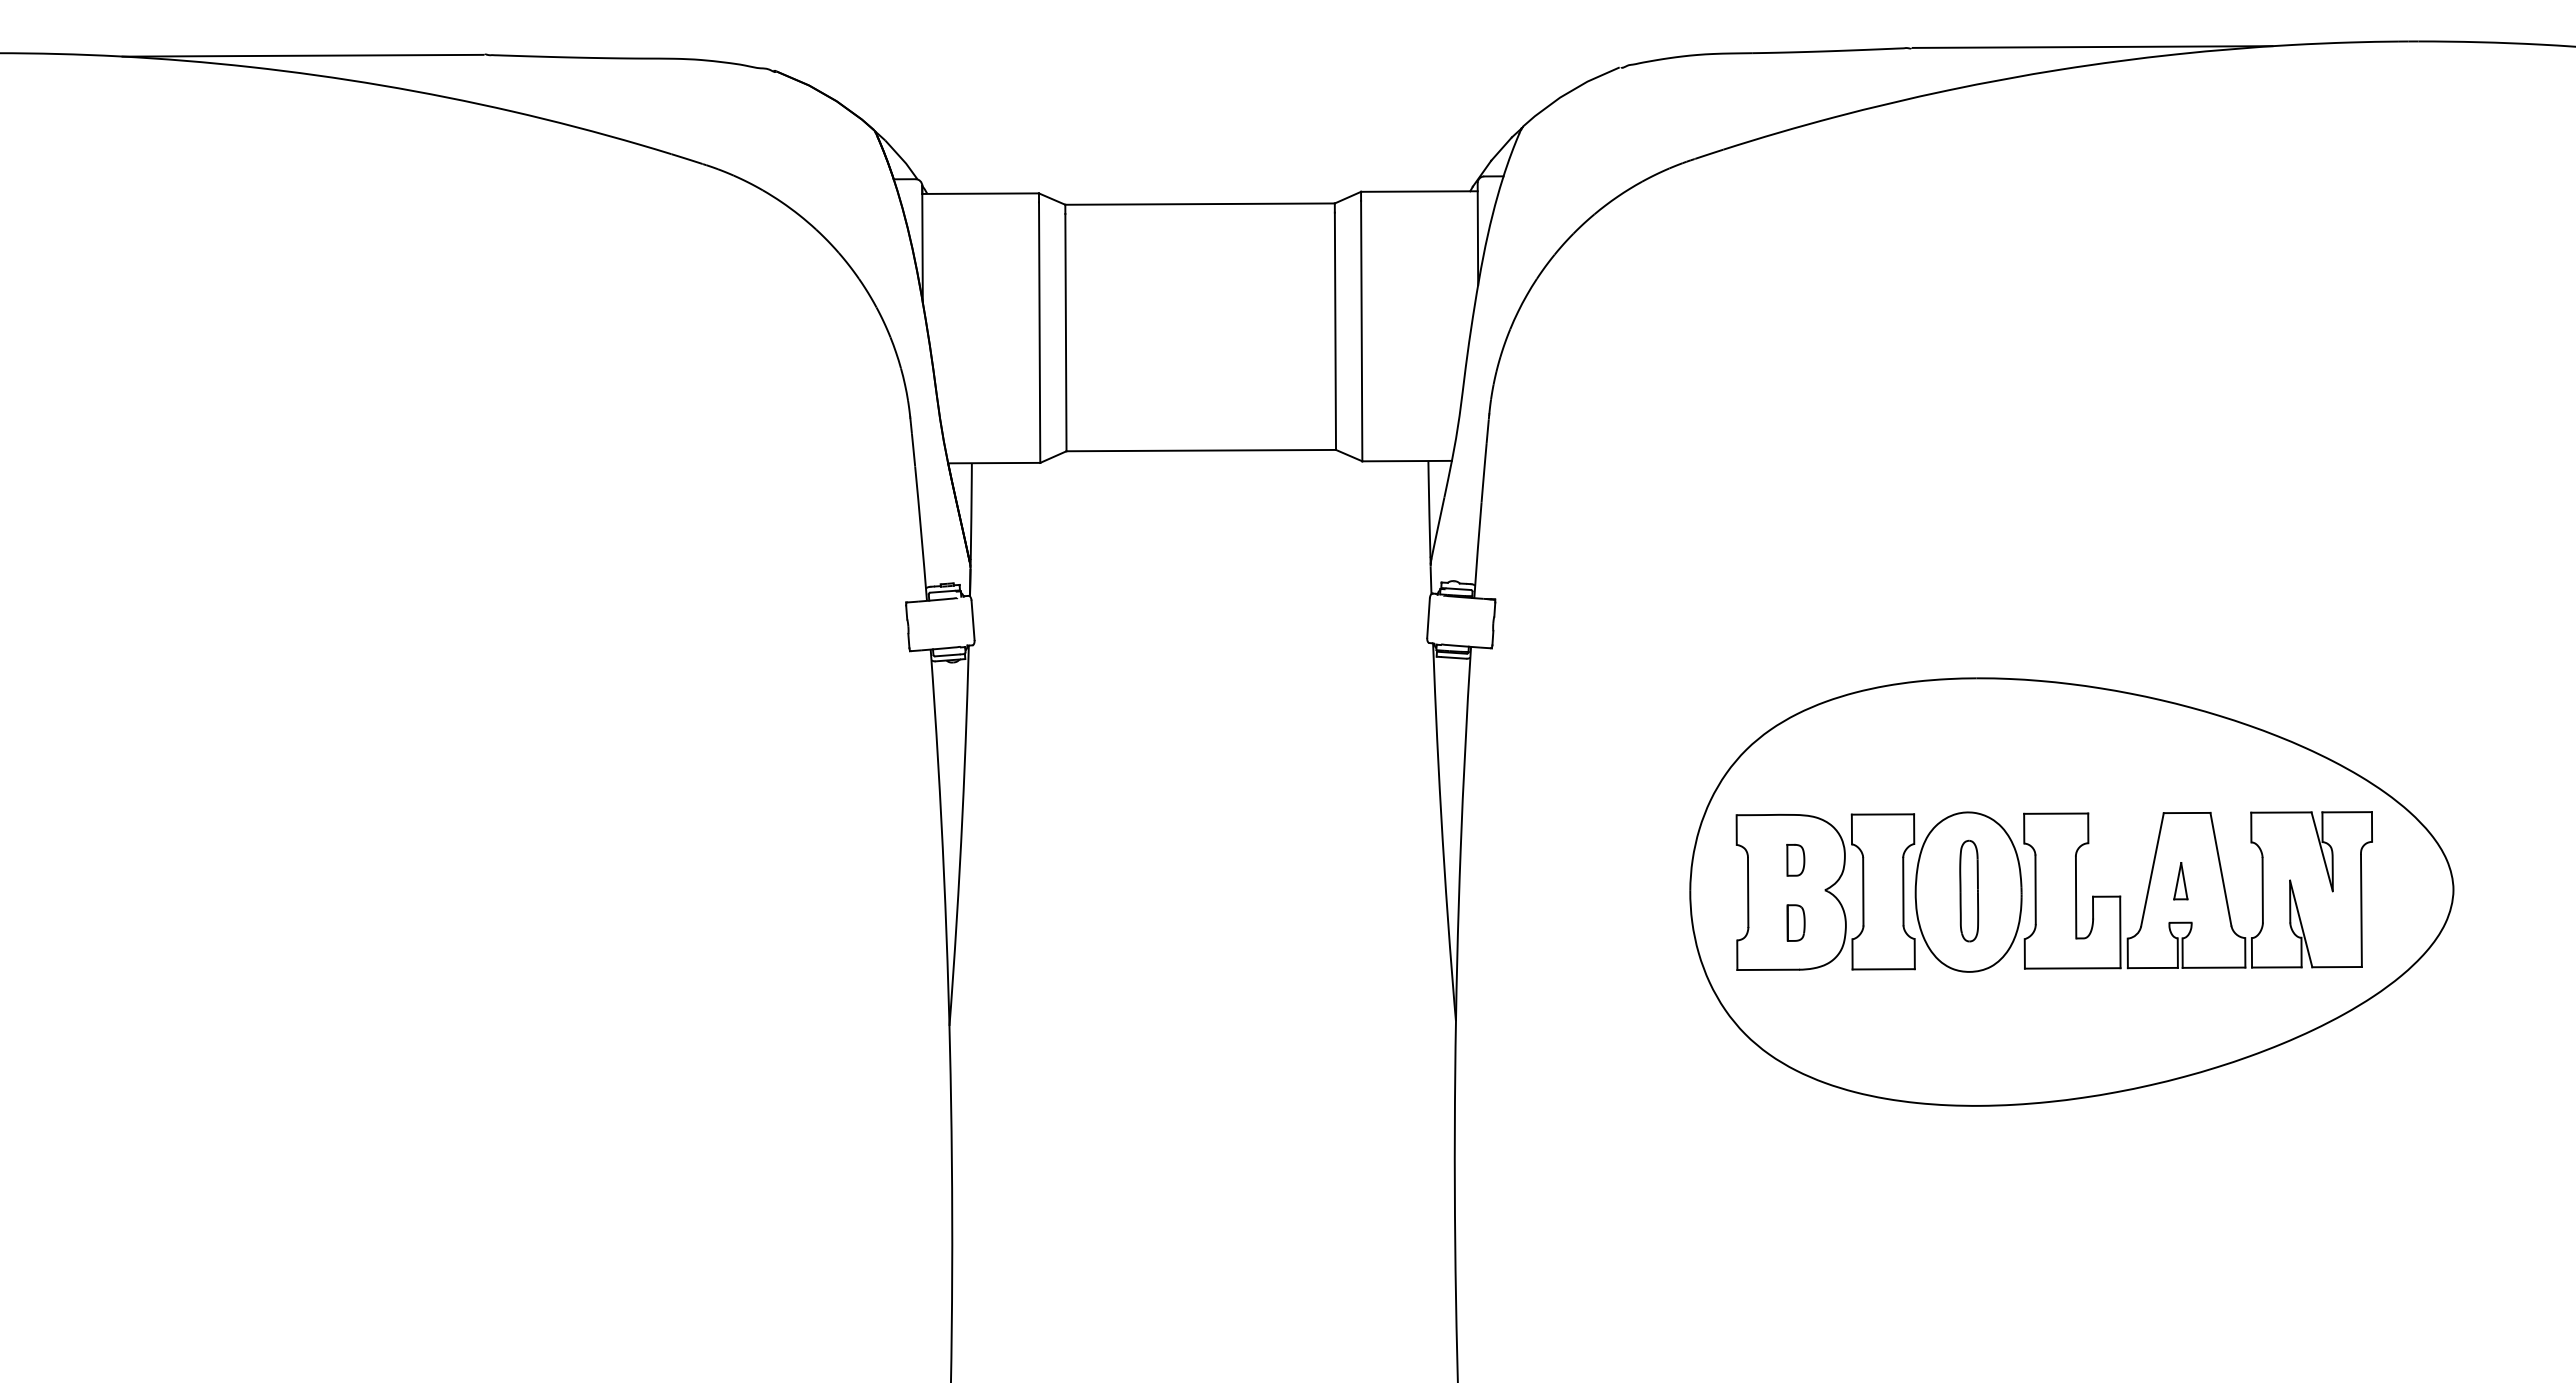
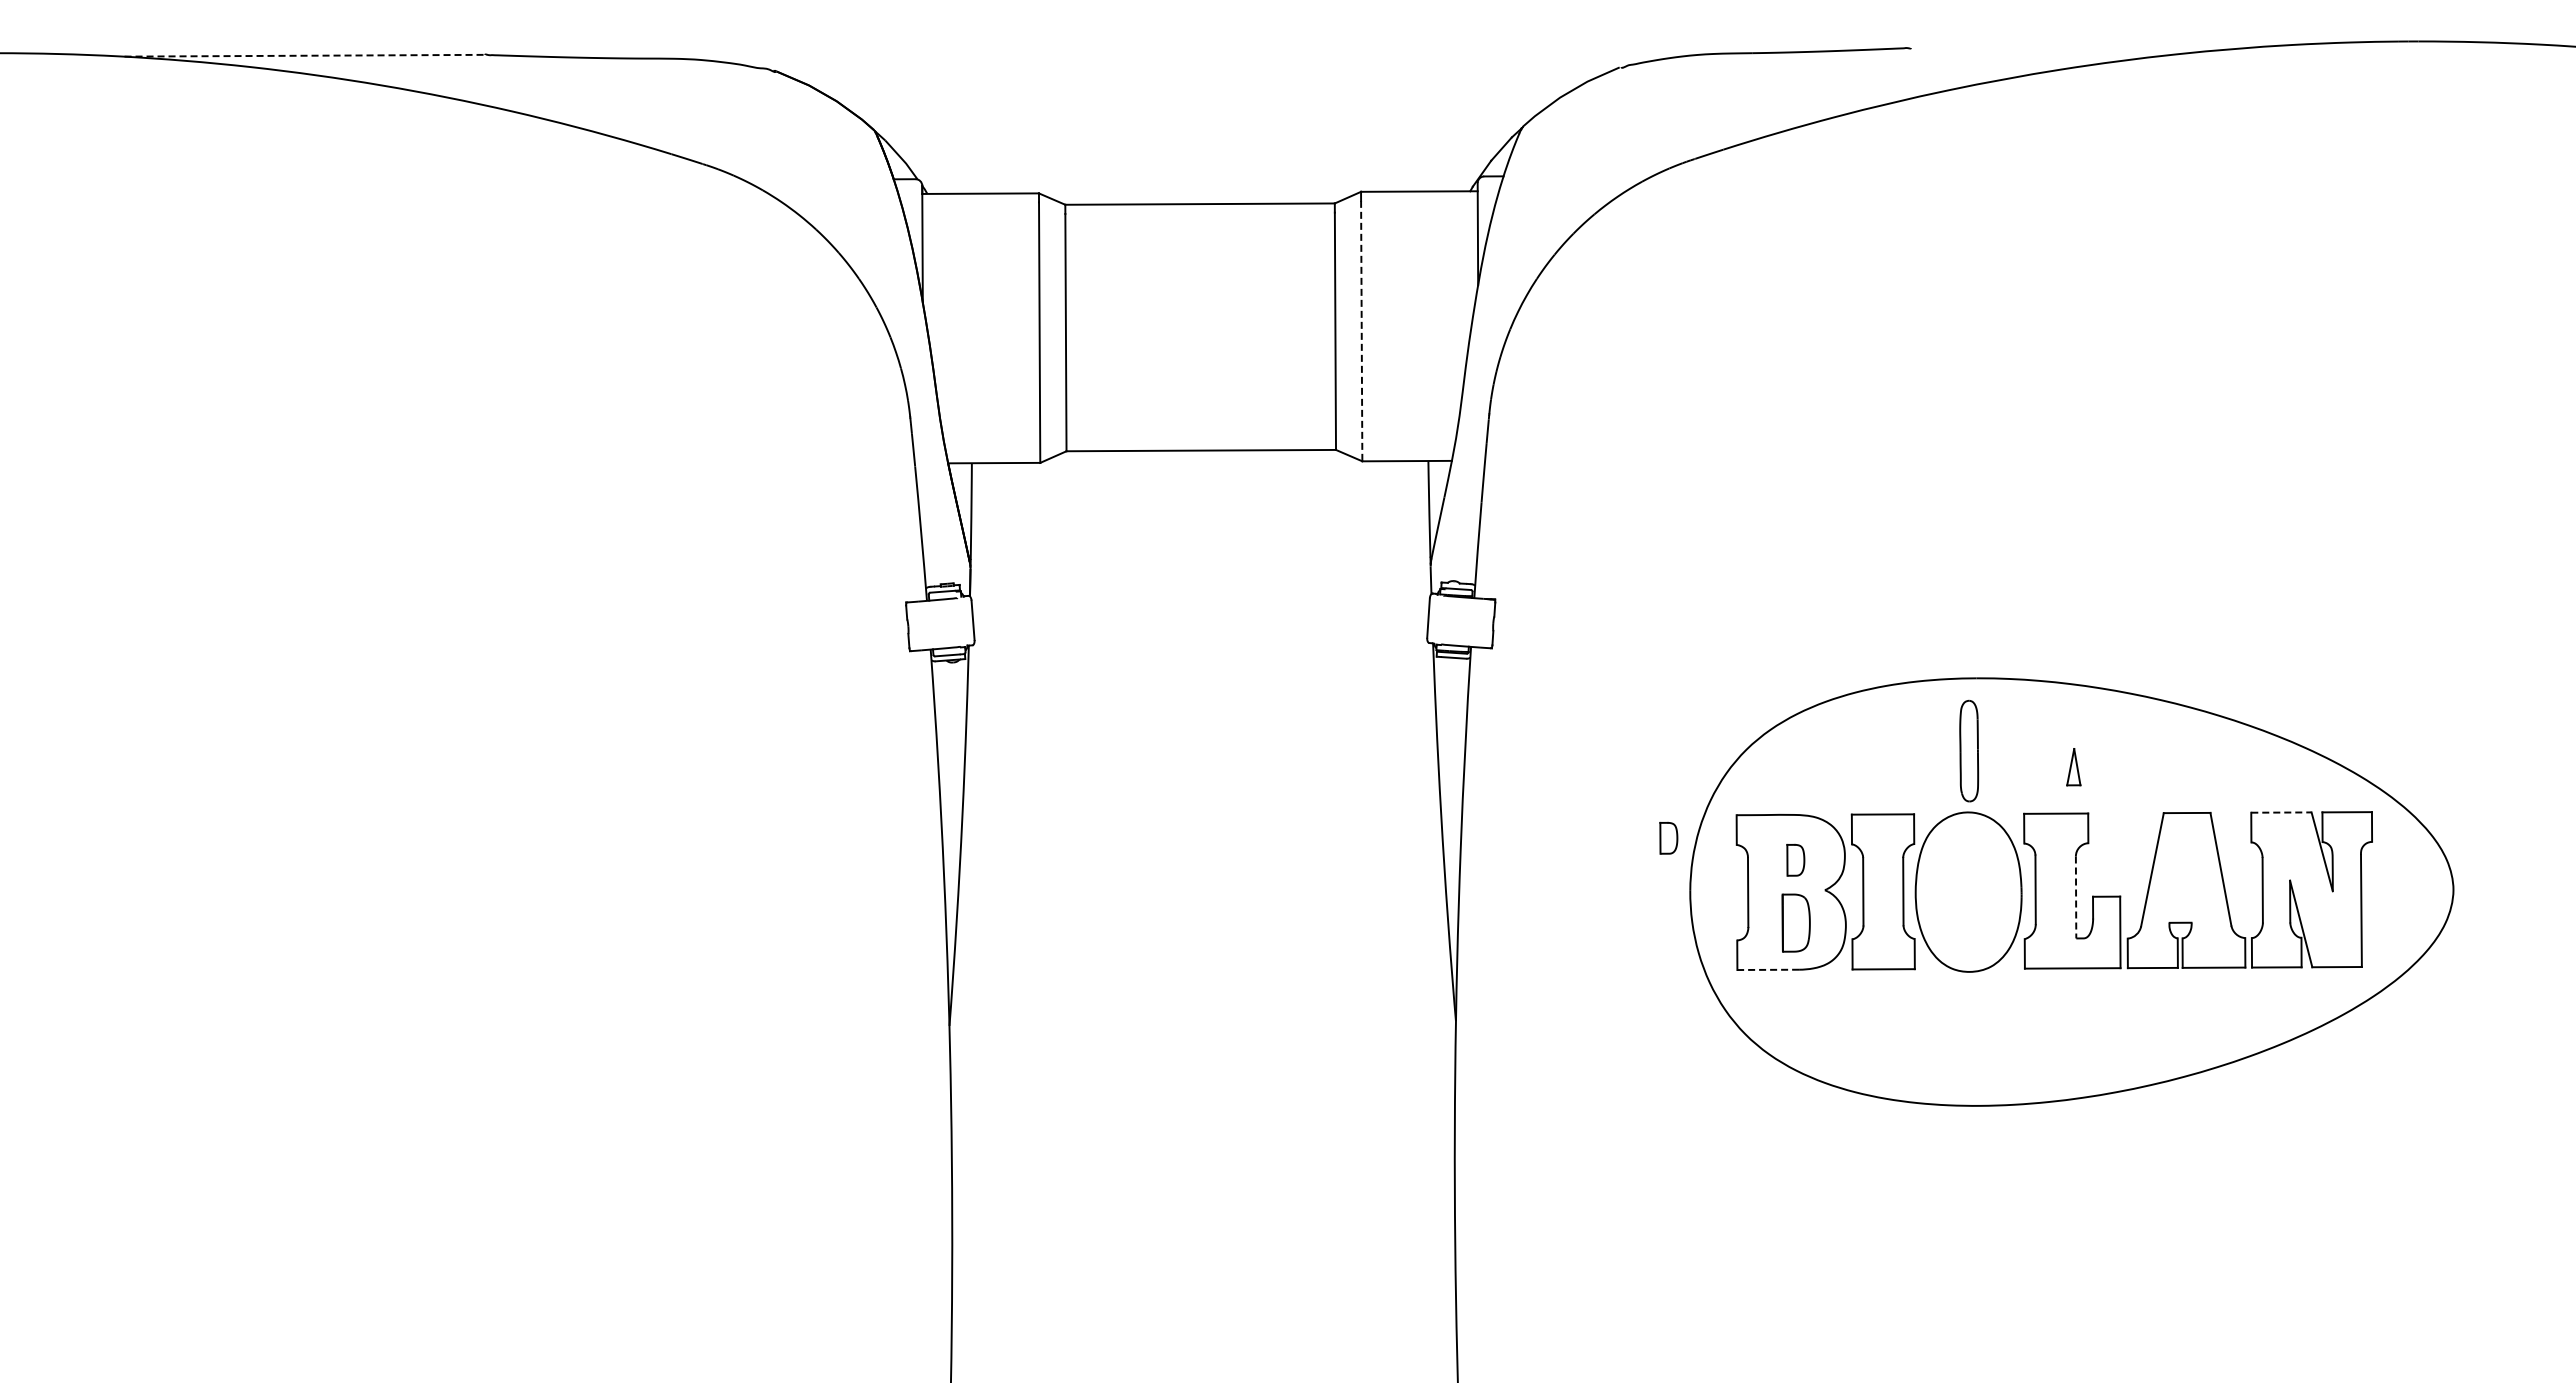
line at (2092, 46): present -> none
line at (303, 55): solid -> dashed
line at (1361, 331): solid -> dashed
line at (2281, 812): solid -> dashed
part at (1668, 837): none -> present
part at (2180, 881) position: (2180, 881) -> (2073, 767)
part at (1969, 890) position: (1969, 890) -> (1969, 750)
line at (2076, 897): solid -> dashed
part at (1795, 922) size: 20x38 px -> 30x60 px
line at (1768, 969): solid -> dashed
